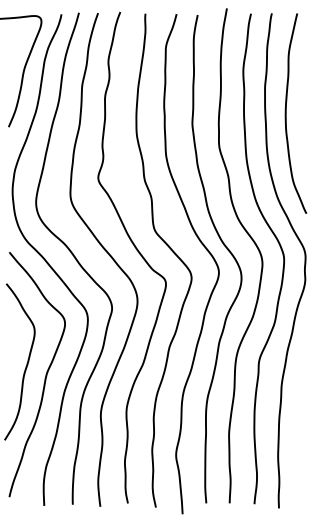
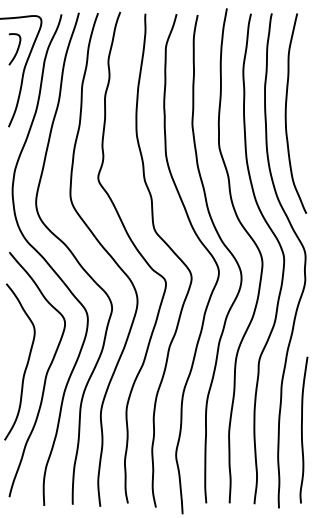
curve at (16, 50): none -> present
curve at (302, 429): none -> present
